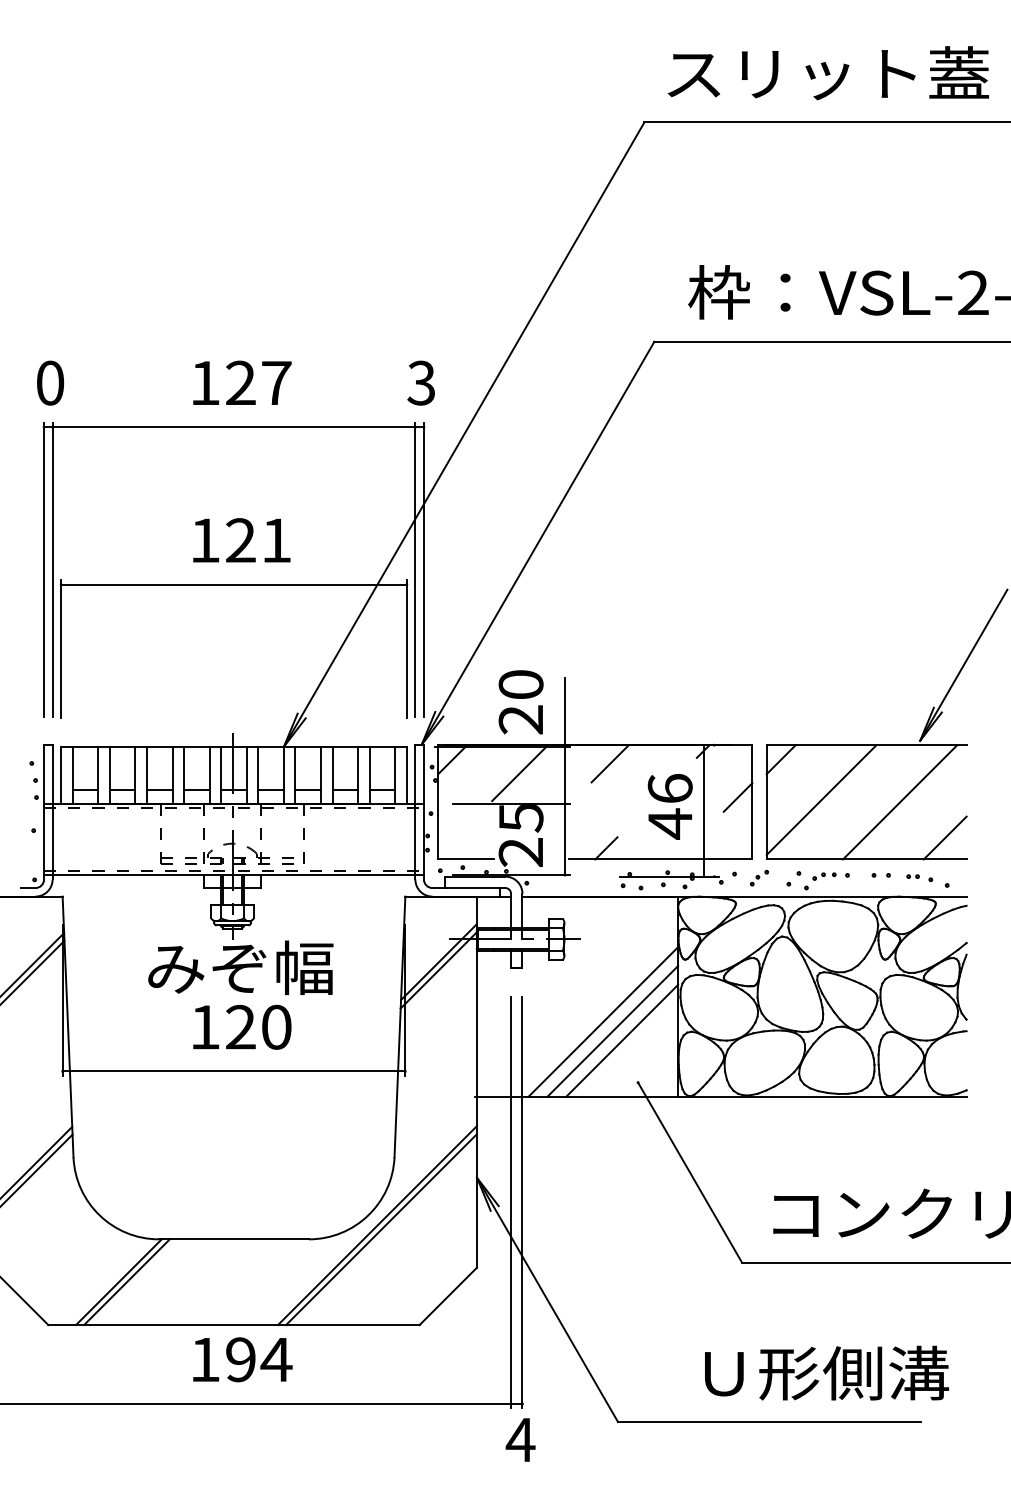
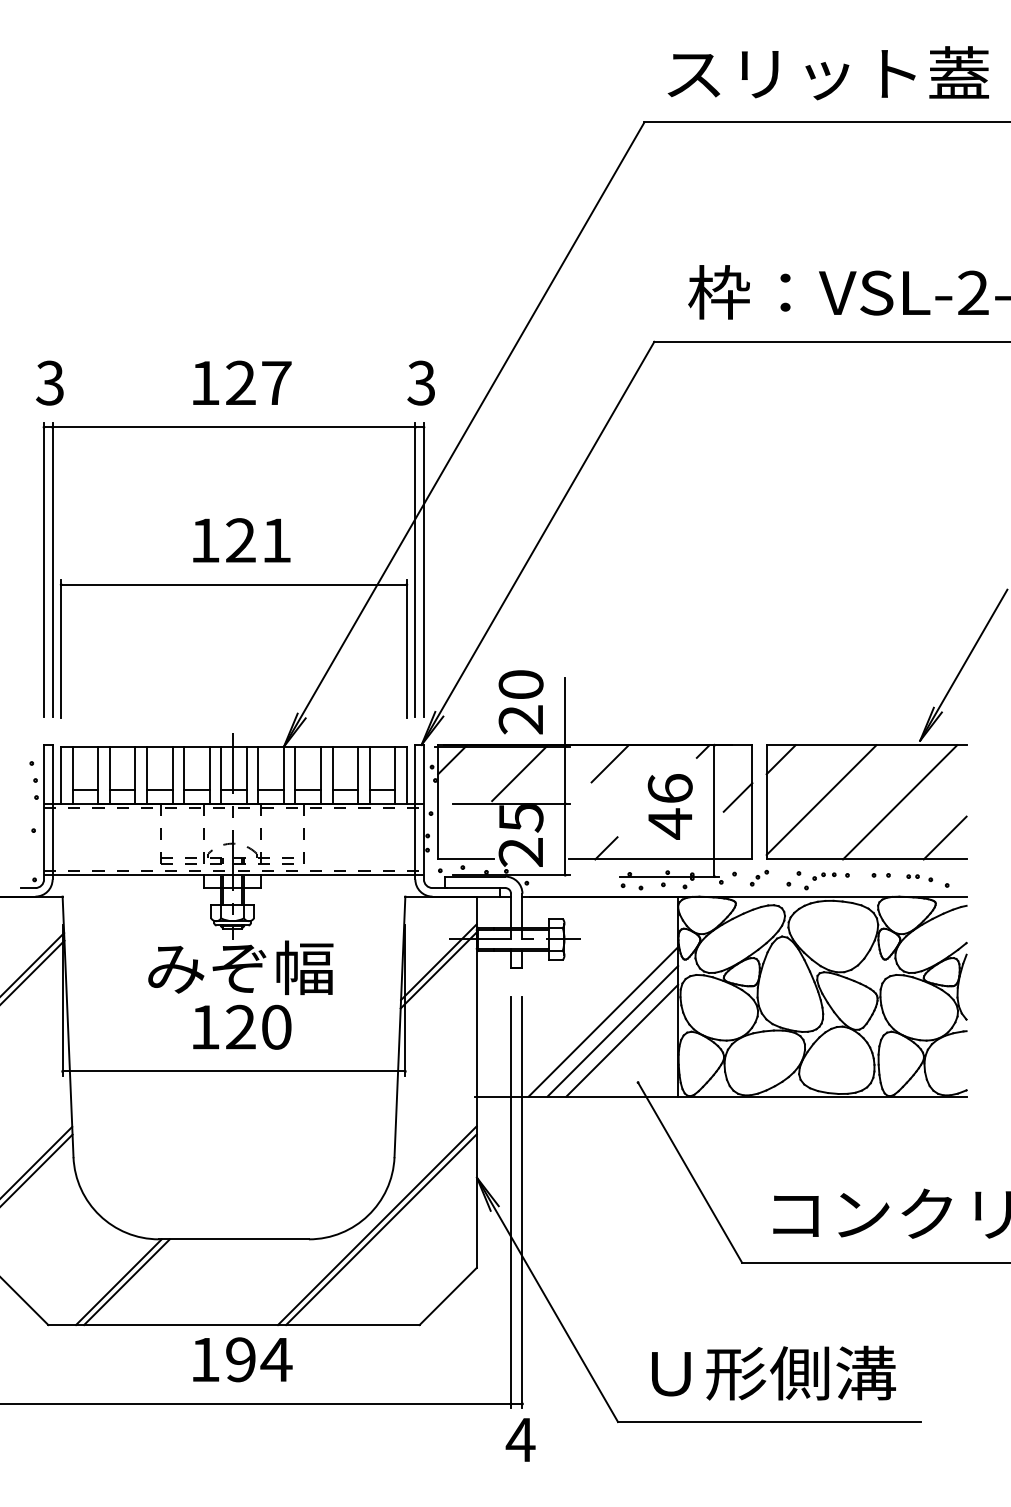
text at (50, 382): 0 -> 3
line at (704, 810) position: (704, 810) -> (714, 810)
text at (826, 1372) position: (826, 1372) -> (773, 1372)
